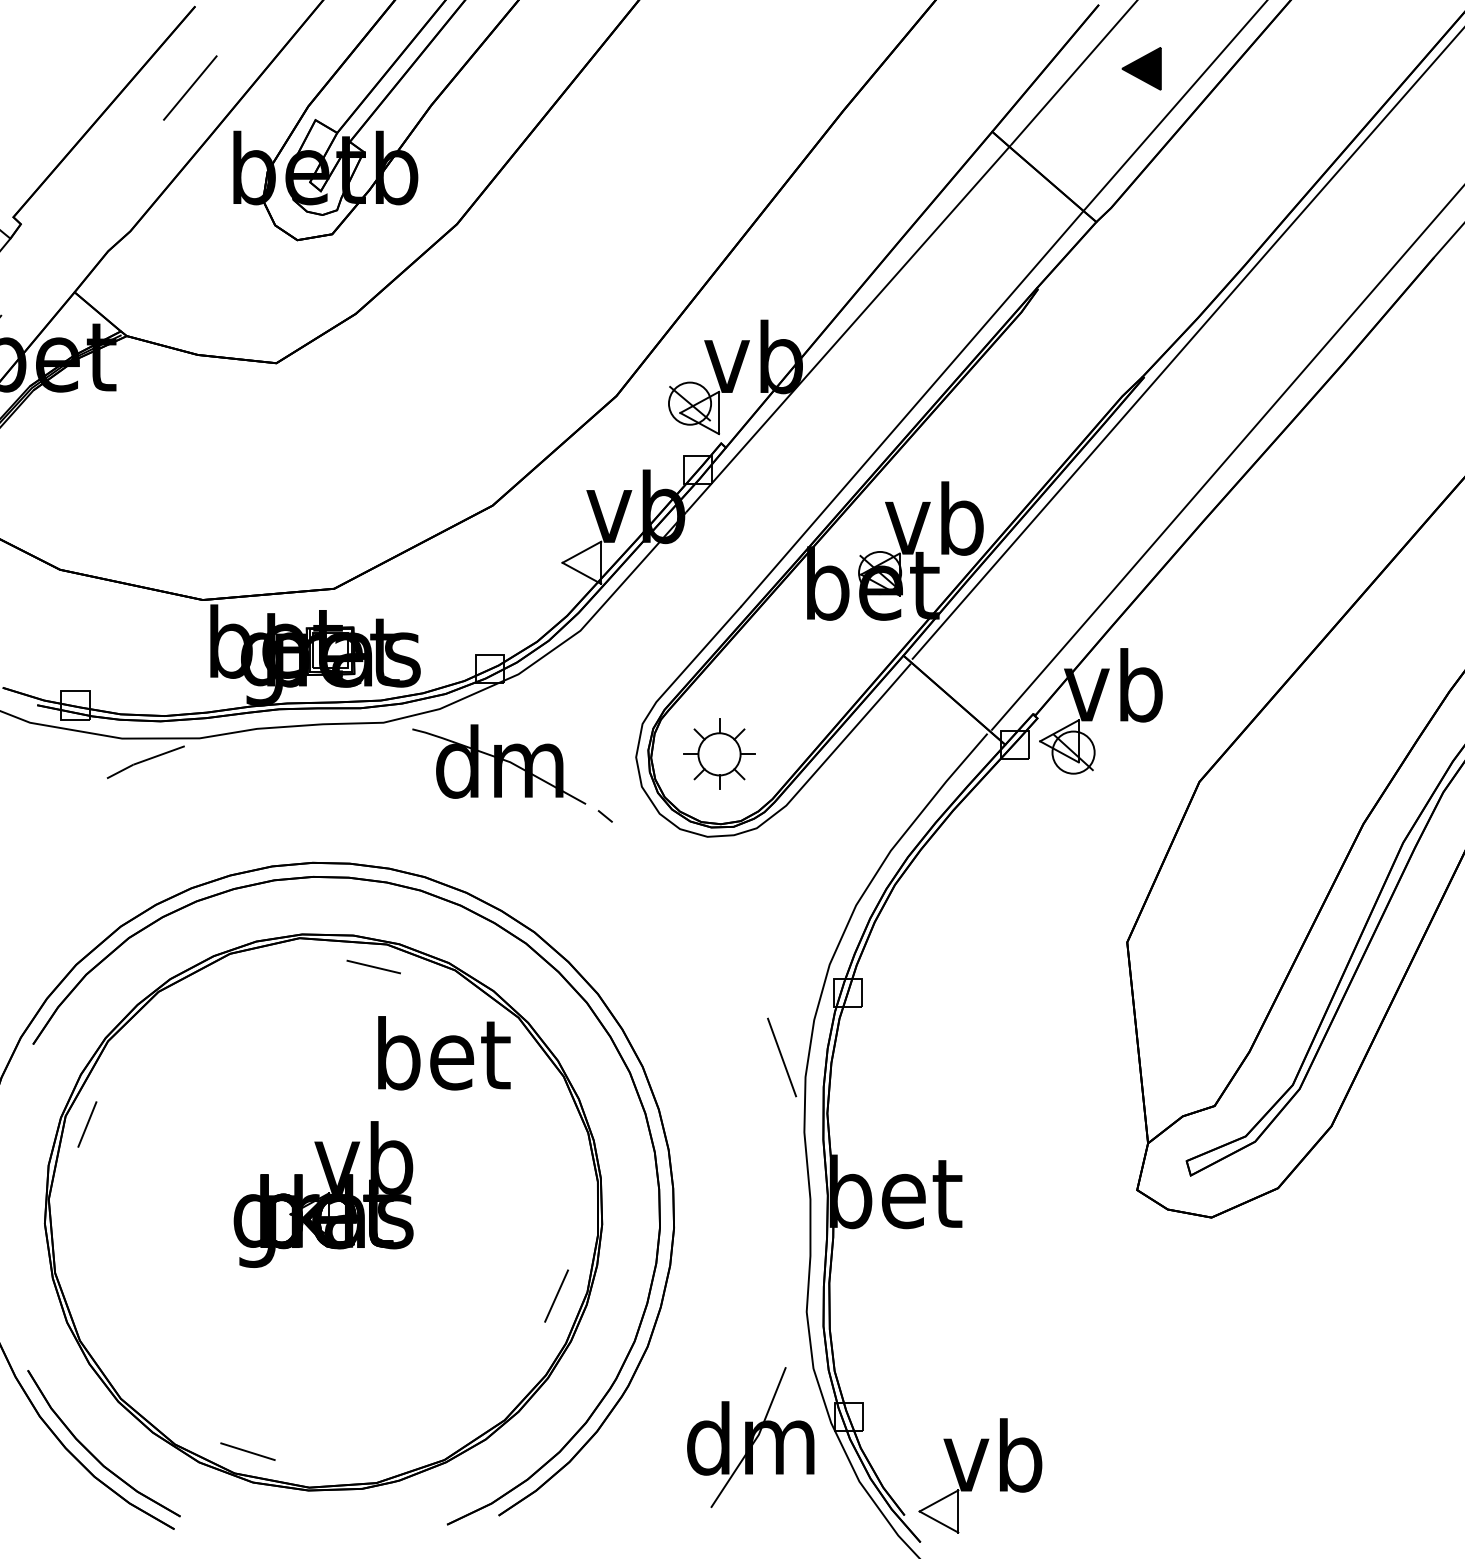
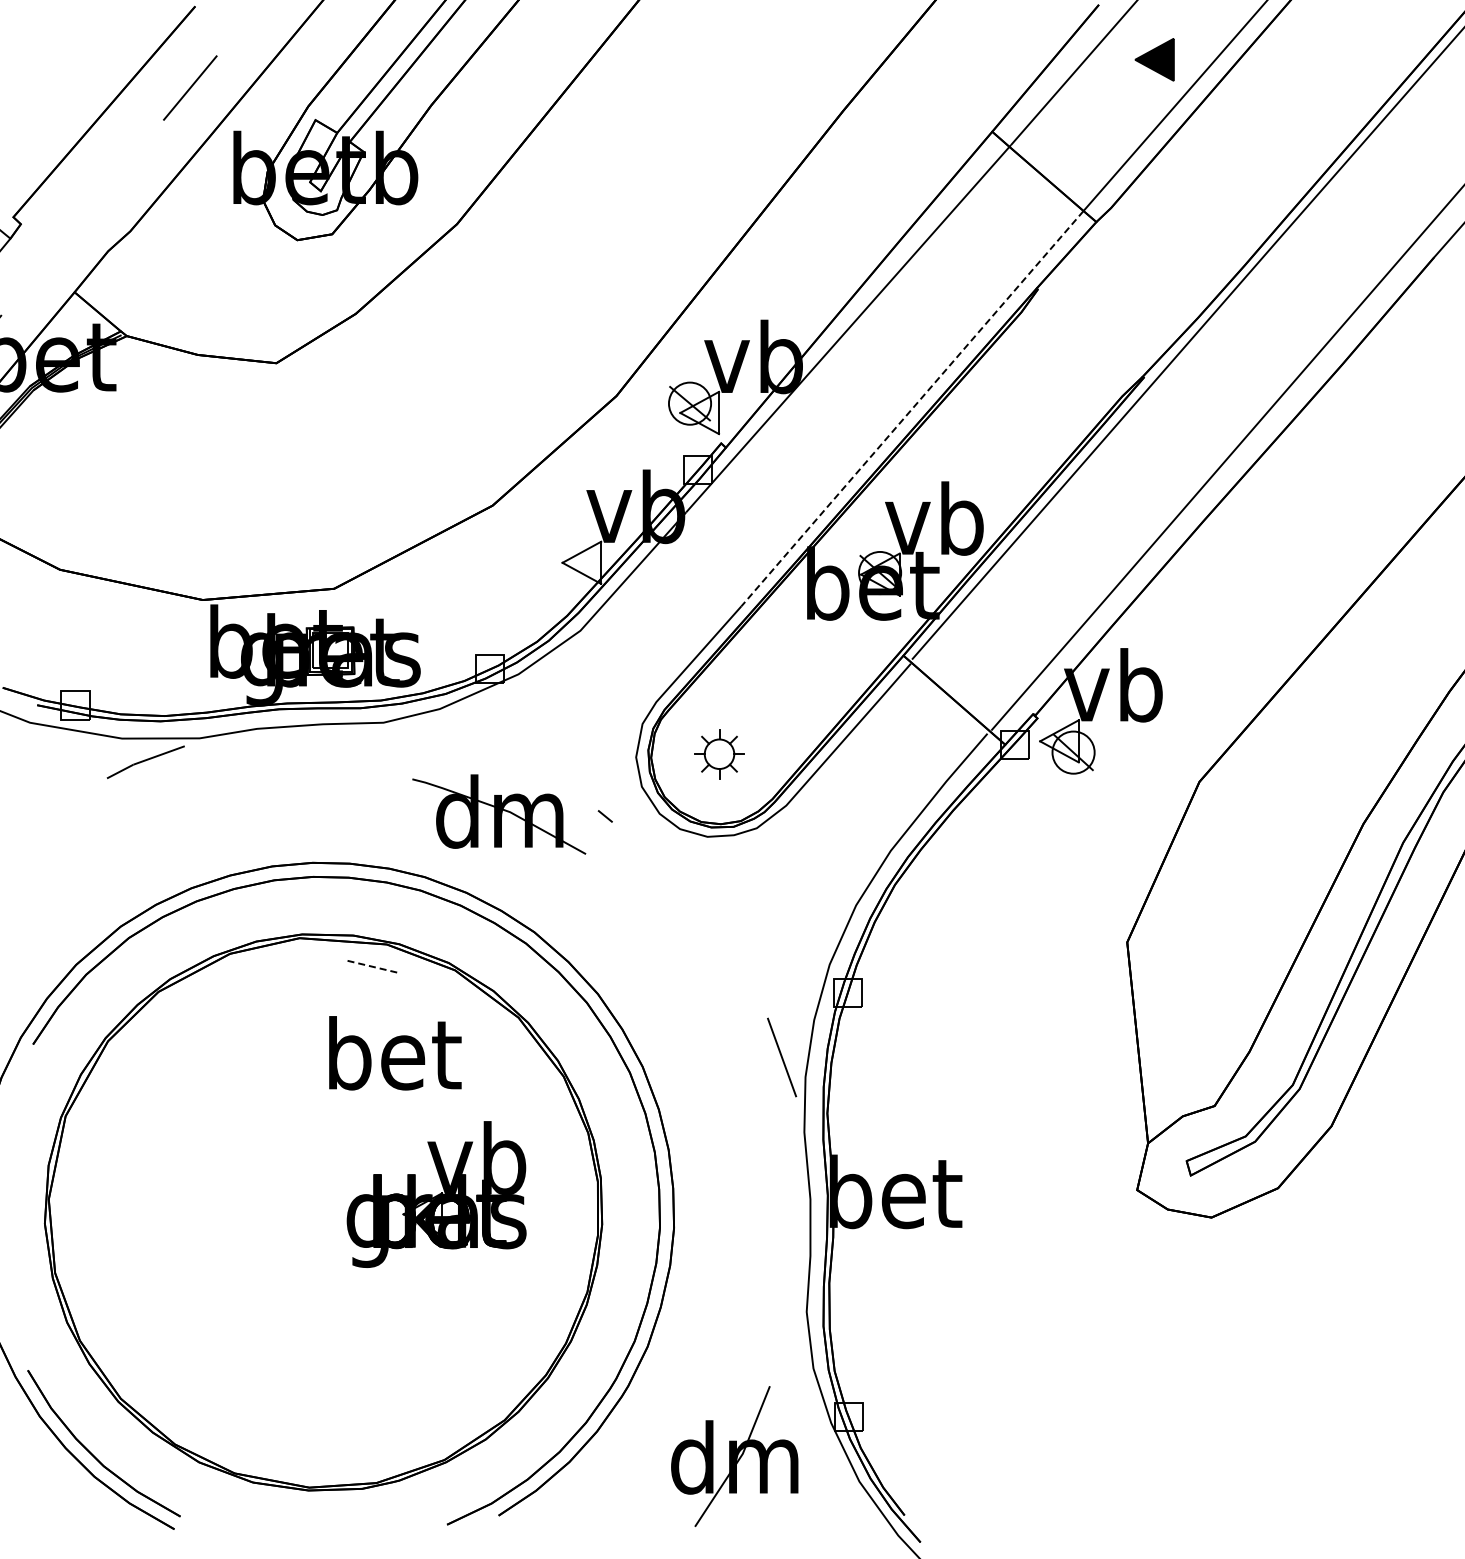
part at (1141, 68) position: (1141, 68) -> (1154, 59)
line at (912, 409): solid -> dashed
part at (719, 753) size: 73x72 px -> 51x51 px
part at (499, 764) position: (499, 764) -> (499, 814)
line at (373, 967): solid -> dashed
text at (444, 1053) position: (444, 1053) -> (395, 1053)
line at (87, 1124): present -> none
part at (323, 1194) position: (323, 1194) -> (436, 1194)
line at (556, 1295): present -> none
part at (750, 1437) position: (750, 1437) -> (734, 1456)
line at (247, 1451): present -> none
part at (980, 1475): present -> none
